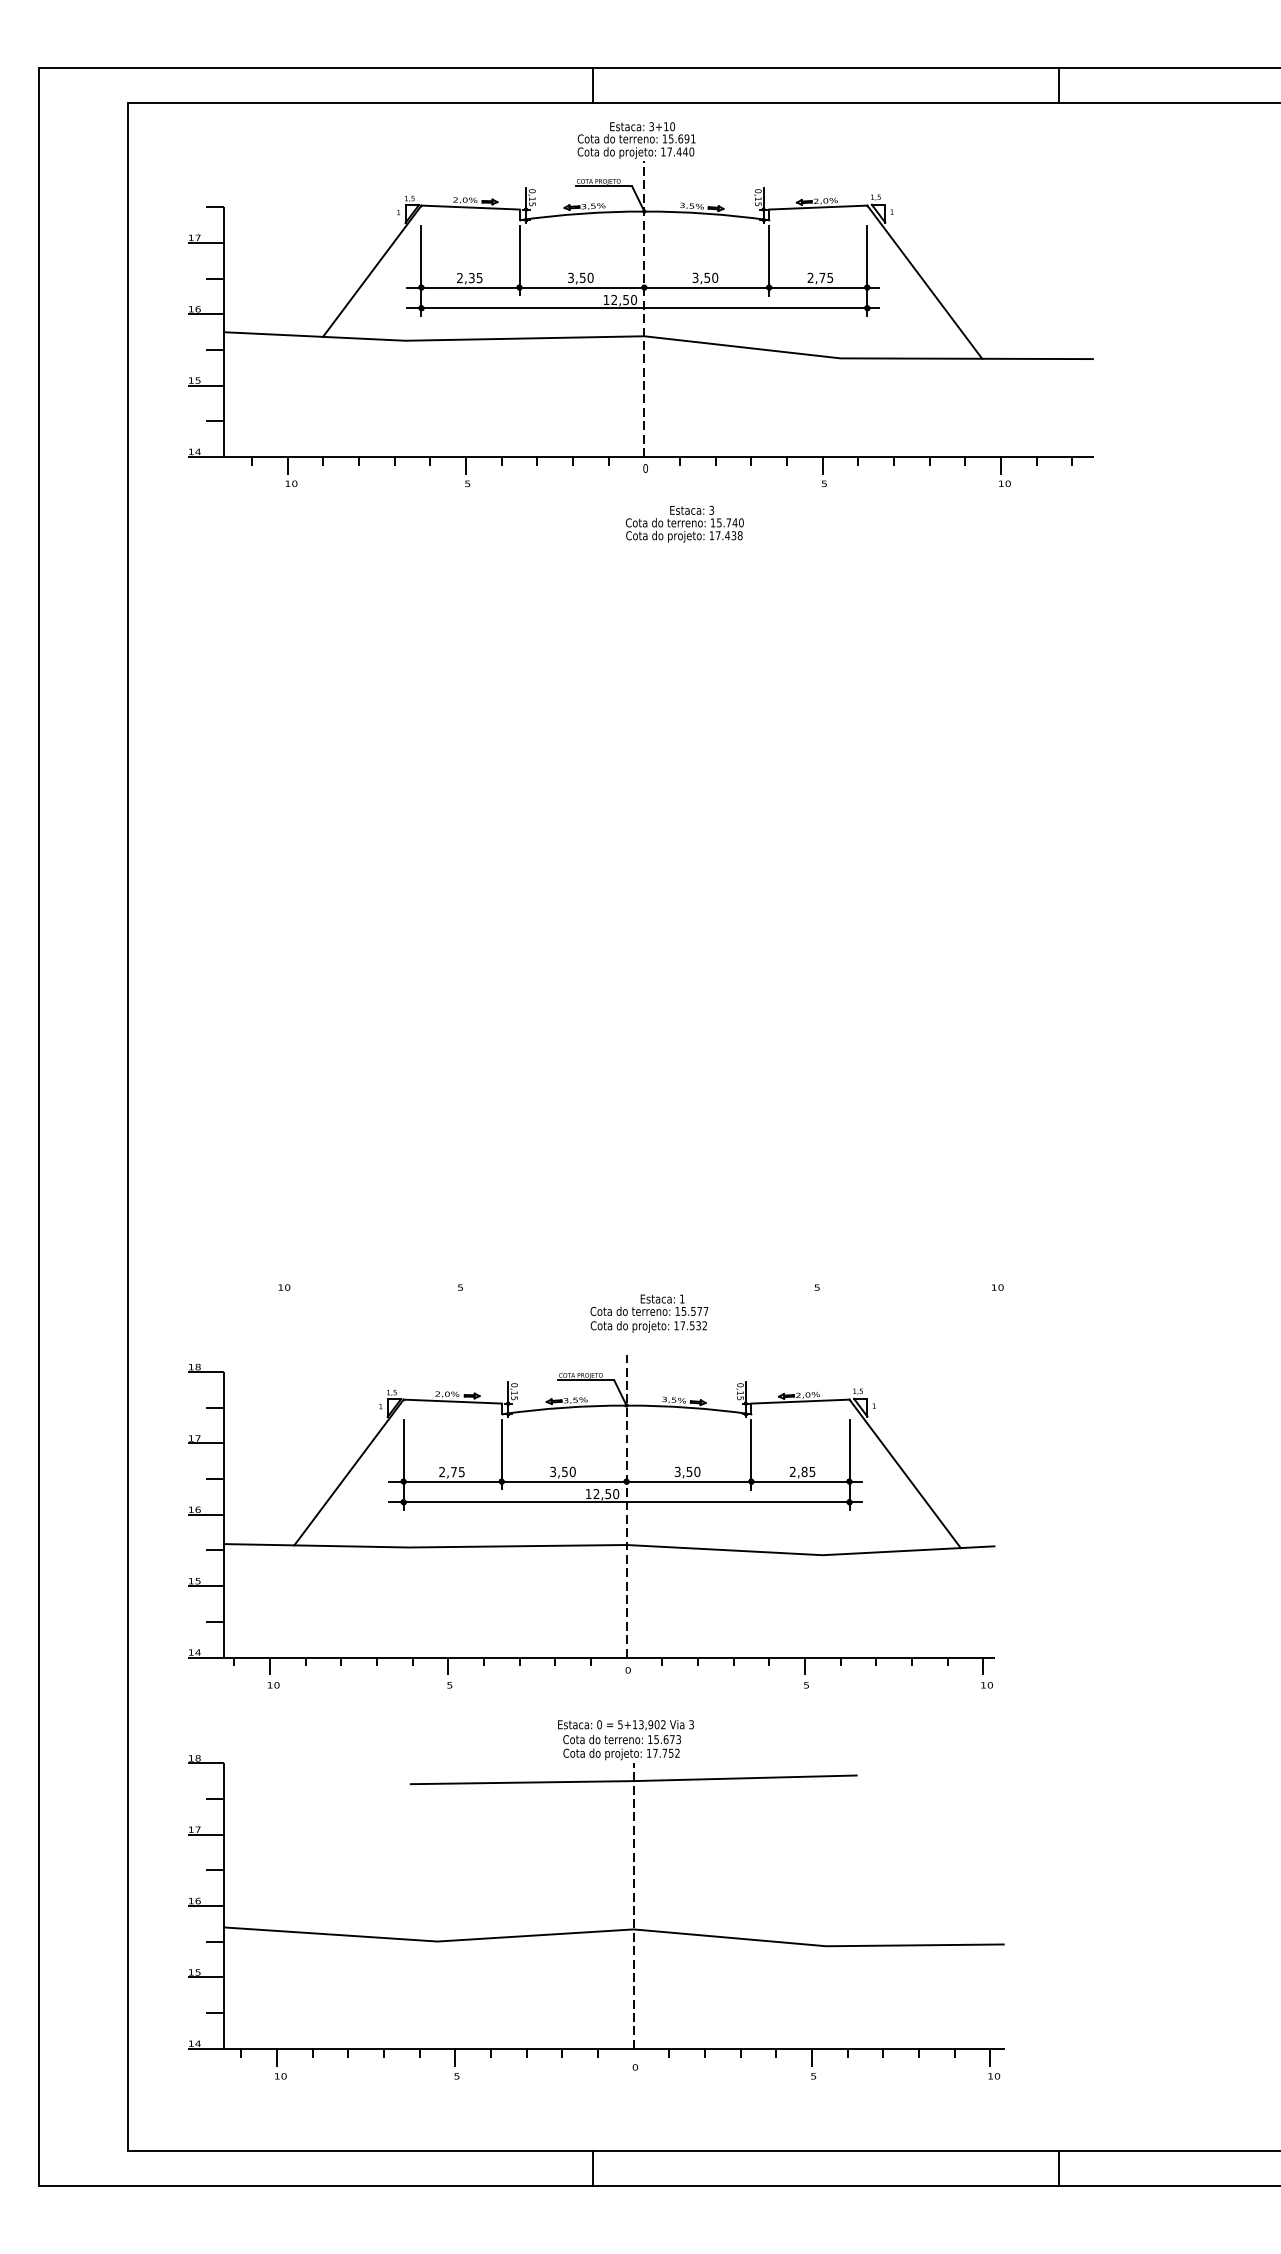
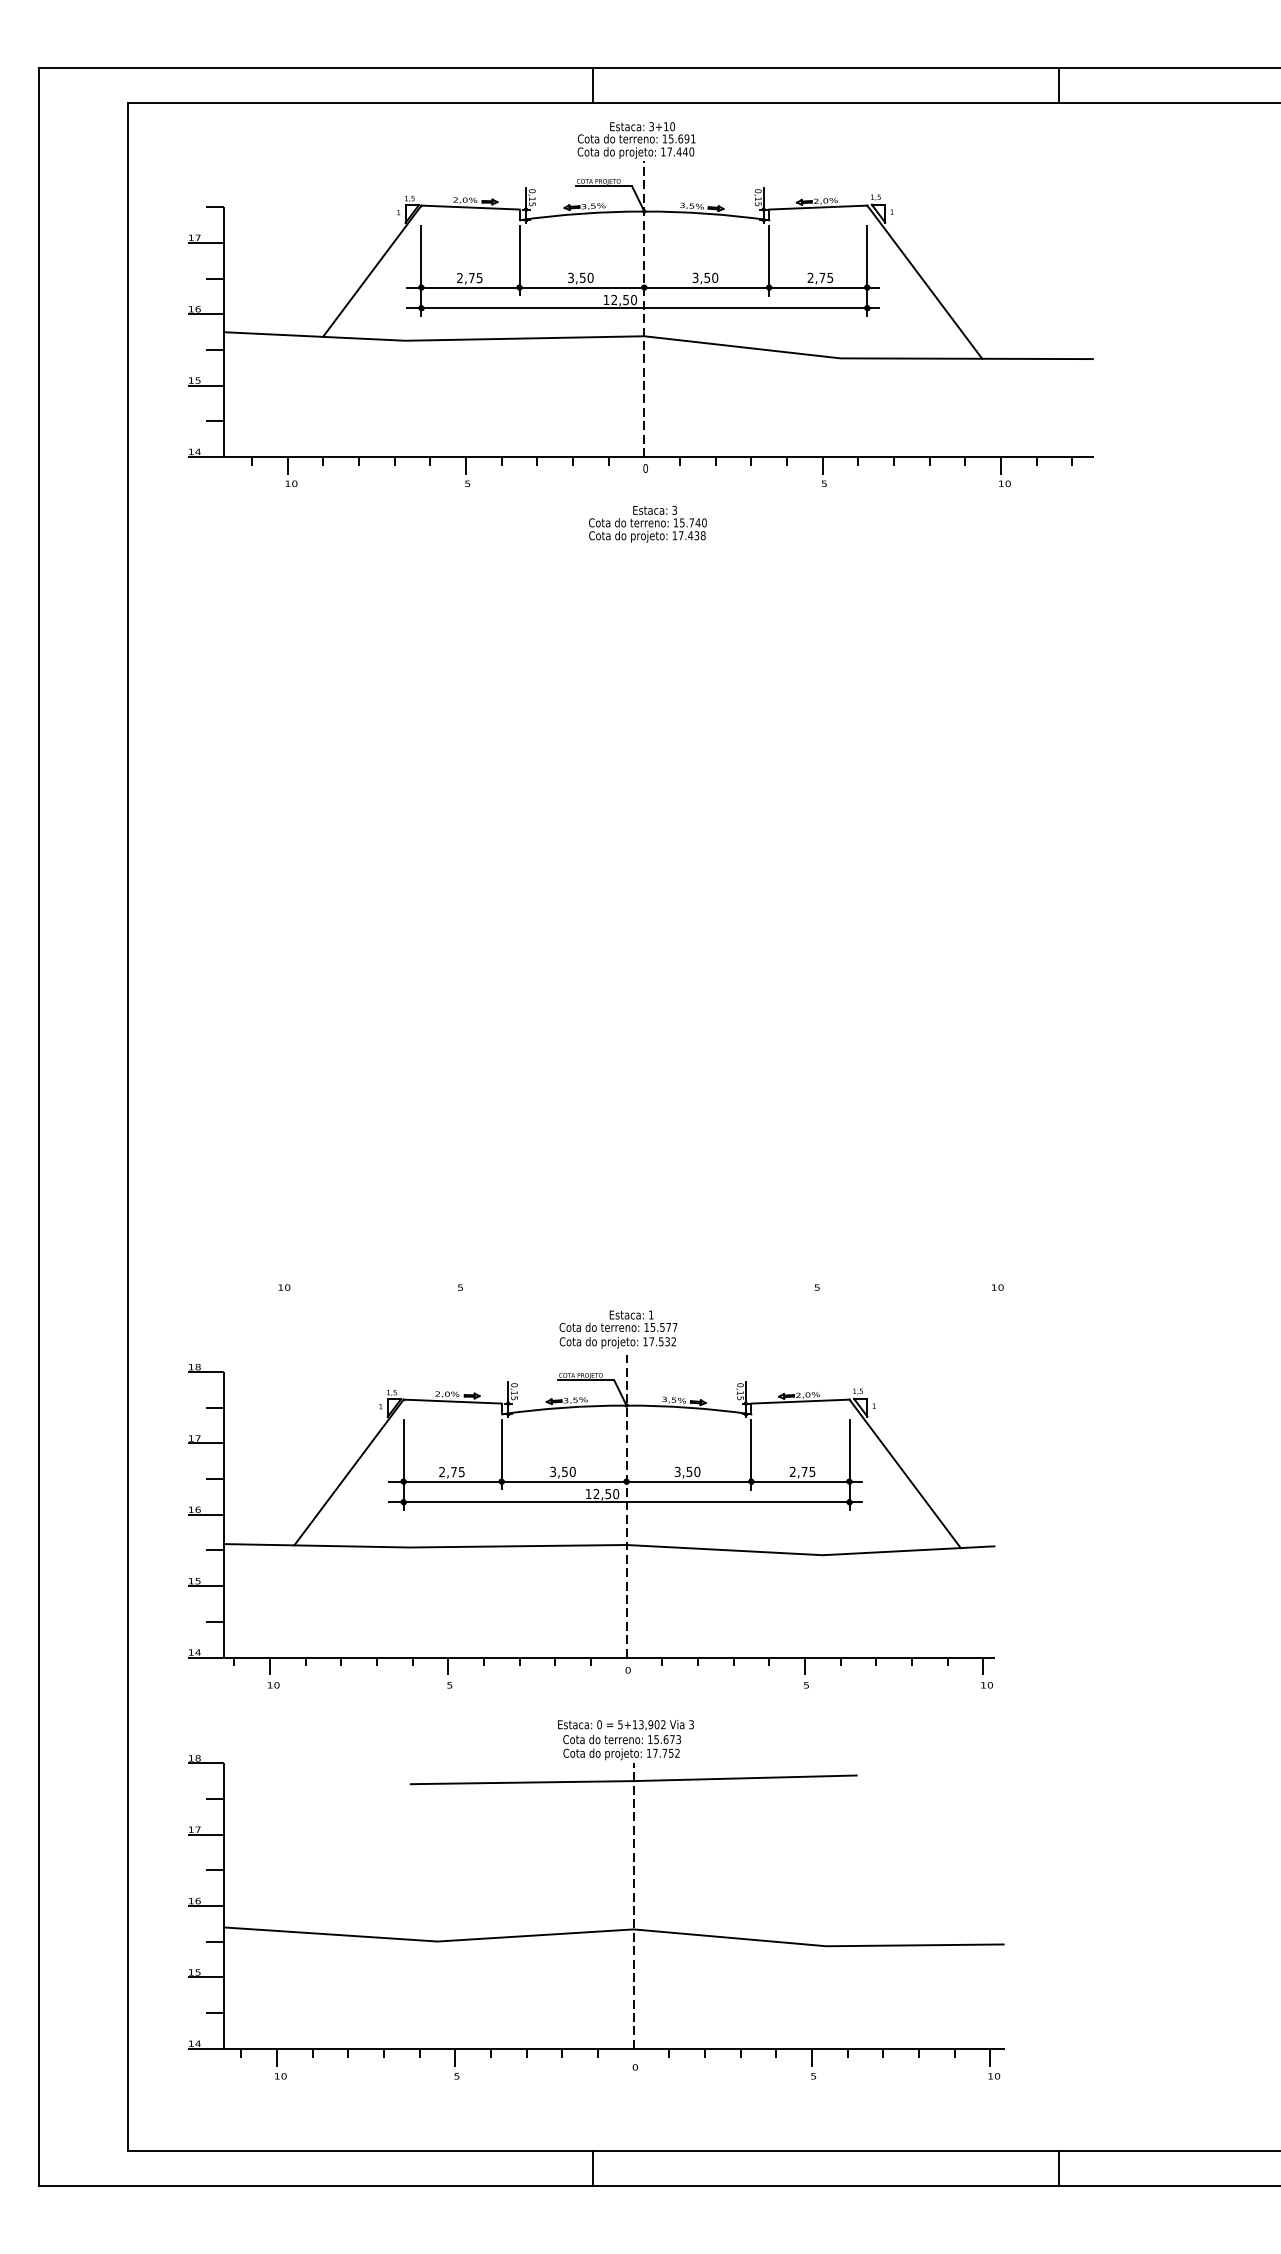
text at (471, 278): 2,35 -> 2,75
text at (684, 523) position: (684, 523) -> (647, 523)
text at (649, 1313) position: (649, 1313) -> (618, 1329)
text at (804, 1471): 2,85 -> 2,75
